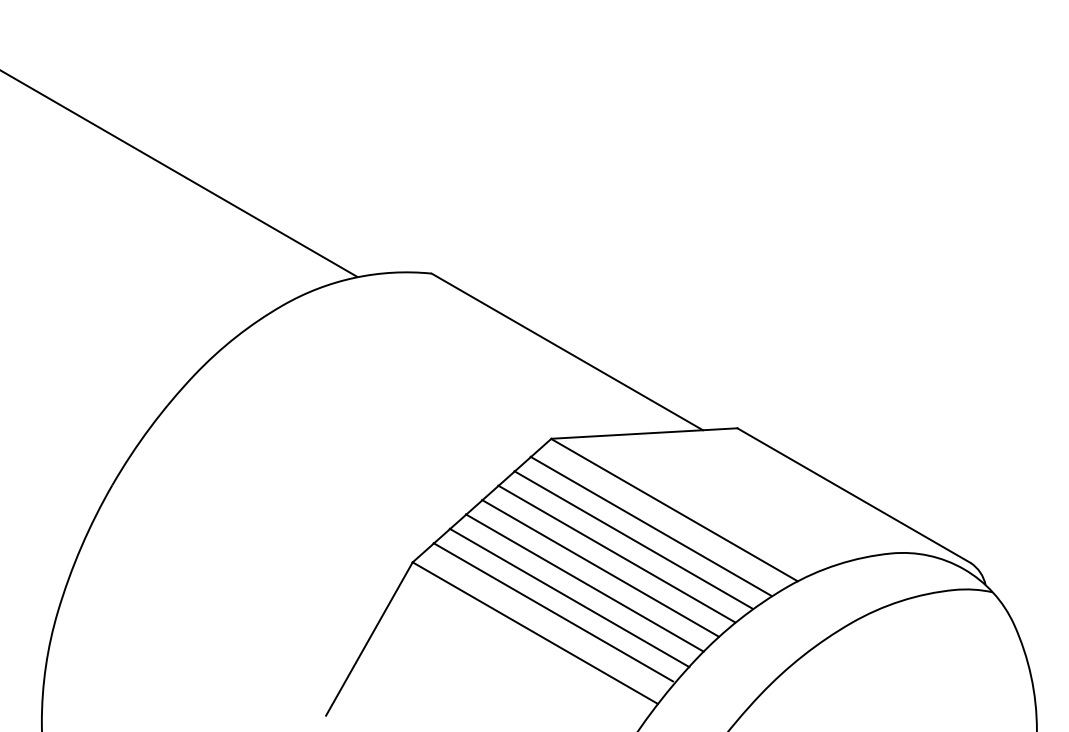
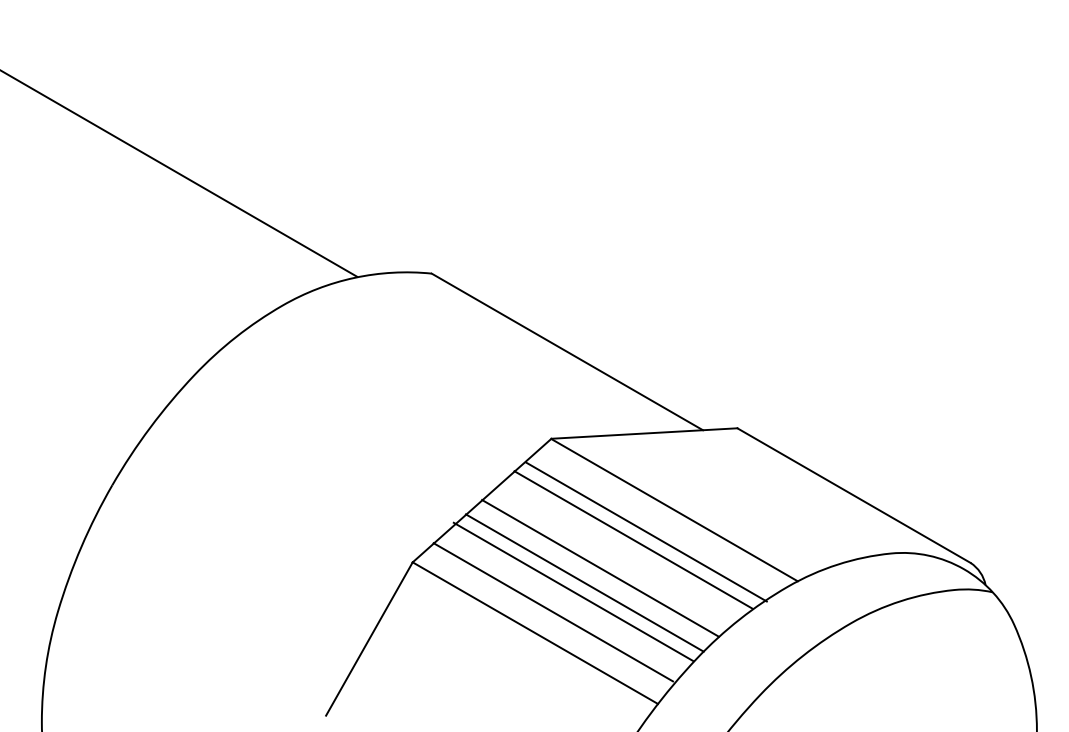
line at (650, 525) position: (650, 525) -> (646, 531)
line at (616, 553): present -> none
line at (569, 597) position: (569, 597) -> (573, 591)
